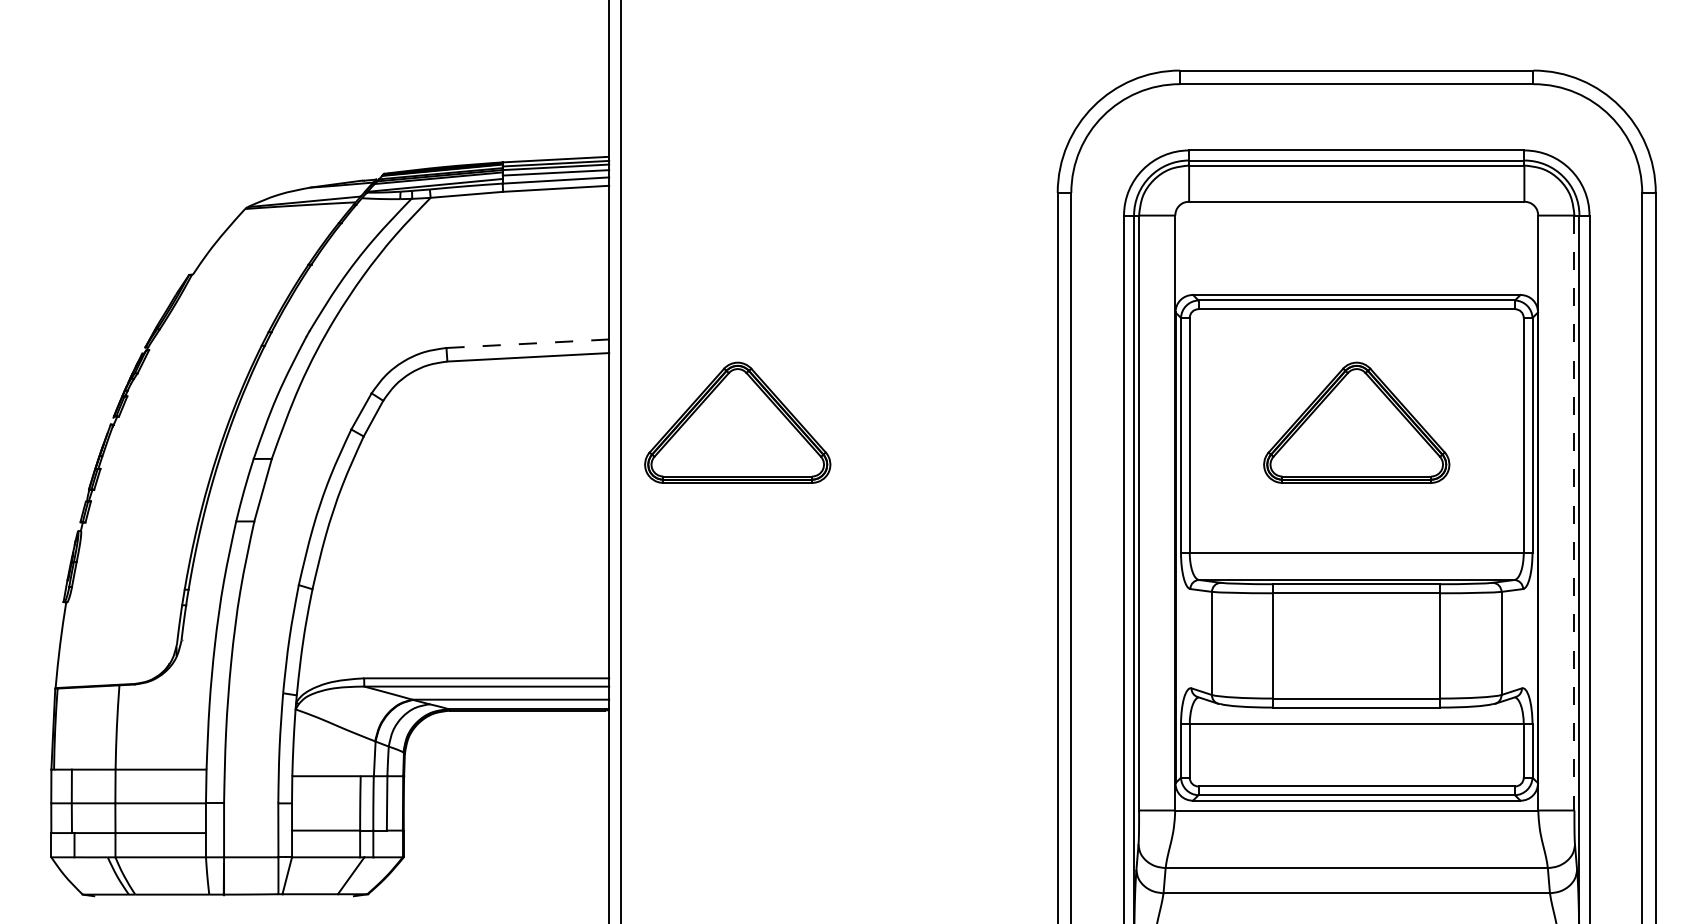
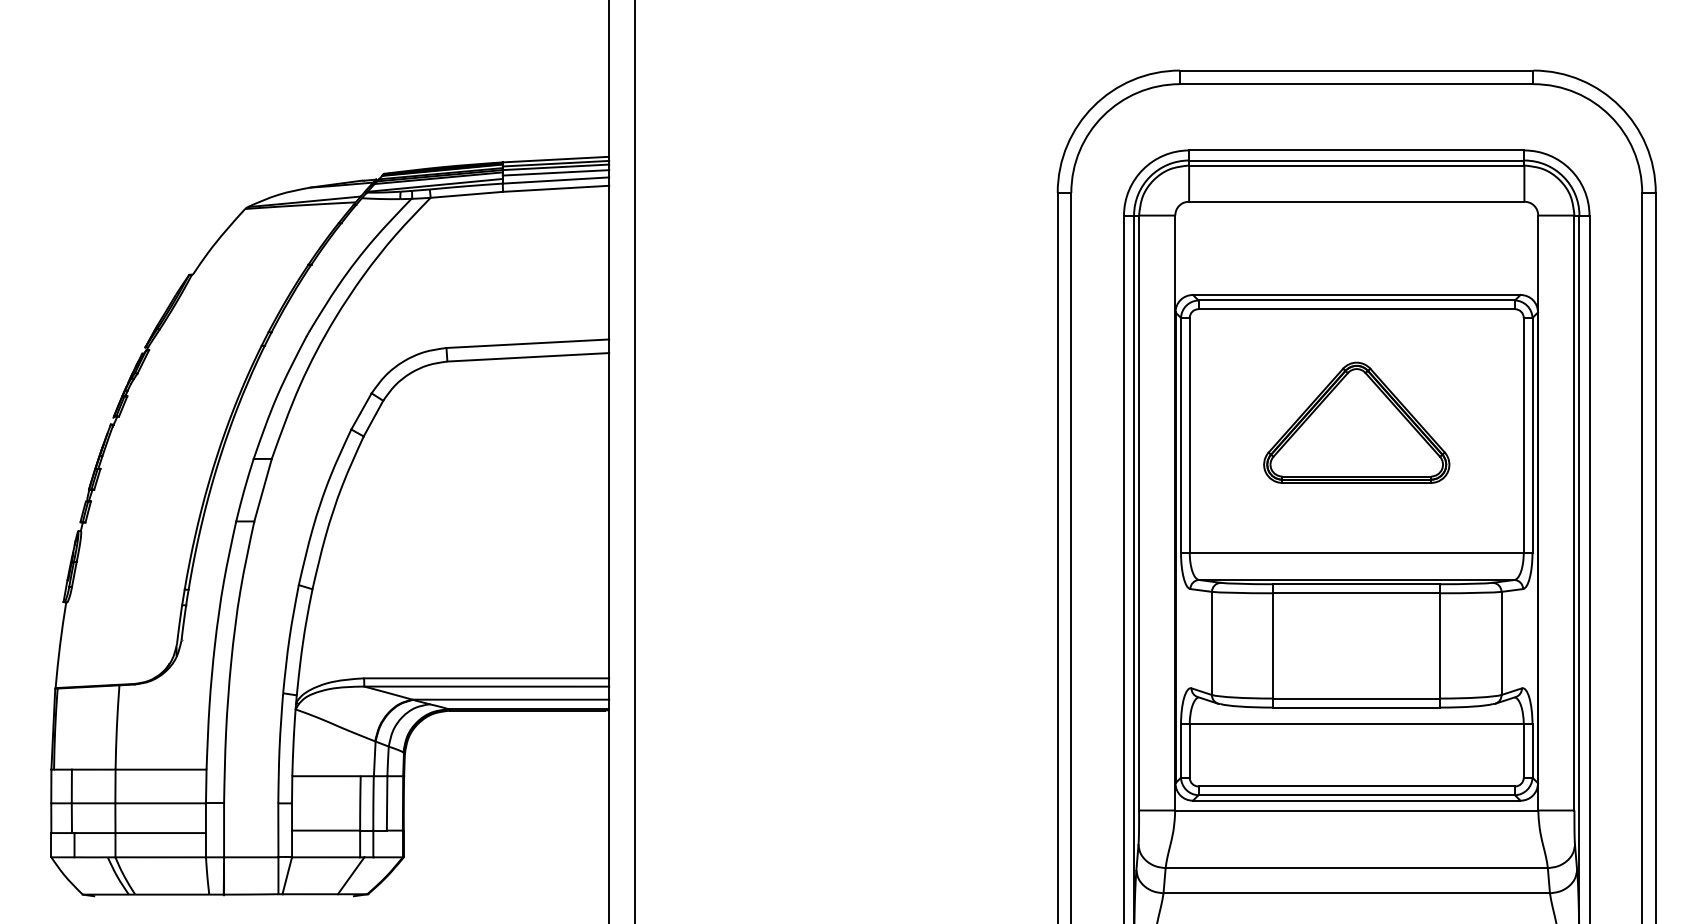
line at (528, 343): dashed -> solid
part at (737, 422): present -> none
line at (620, 461) position: (620, 461) -> (634, 461)
line at (1574, 513): dashed -> solid
